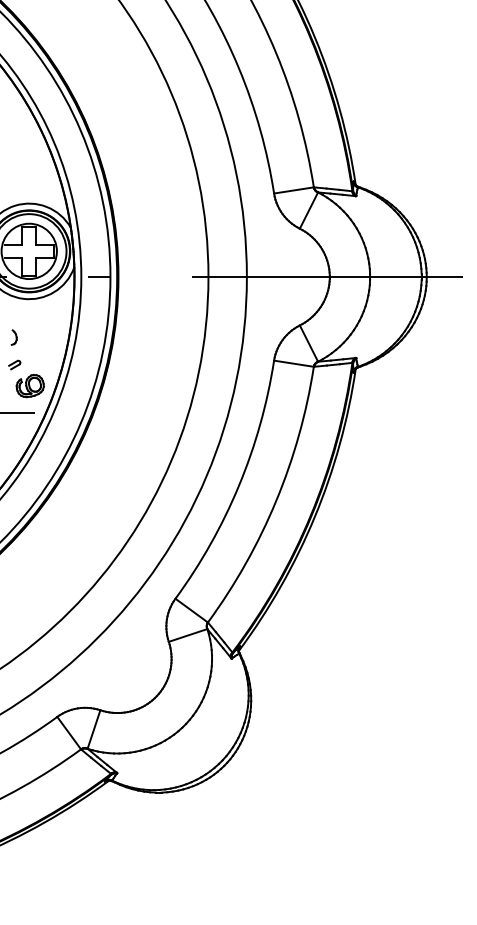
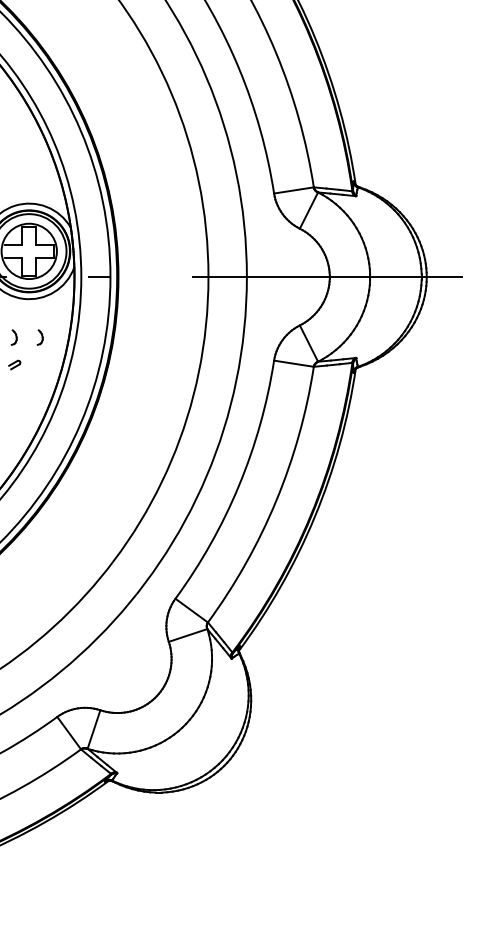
part at (39, 337): none -> present
part at (29, 385): present -> none
line at (18, 412): present -> none
